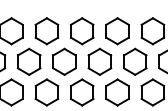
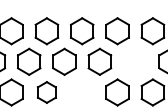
part at (135, 61): present -> none
part at (46, 92) size: 26x29 px -> 20x23 px
part at (82, 92): present -> none
